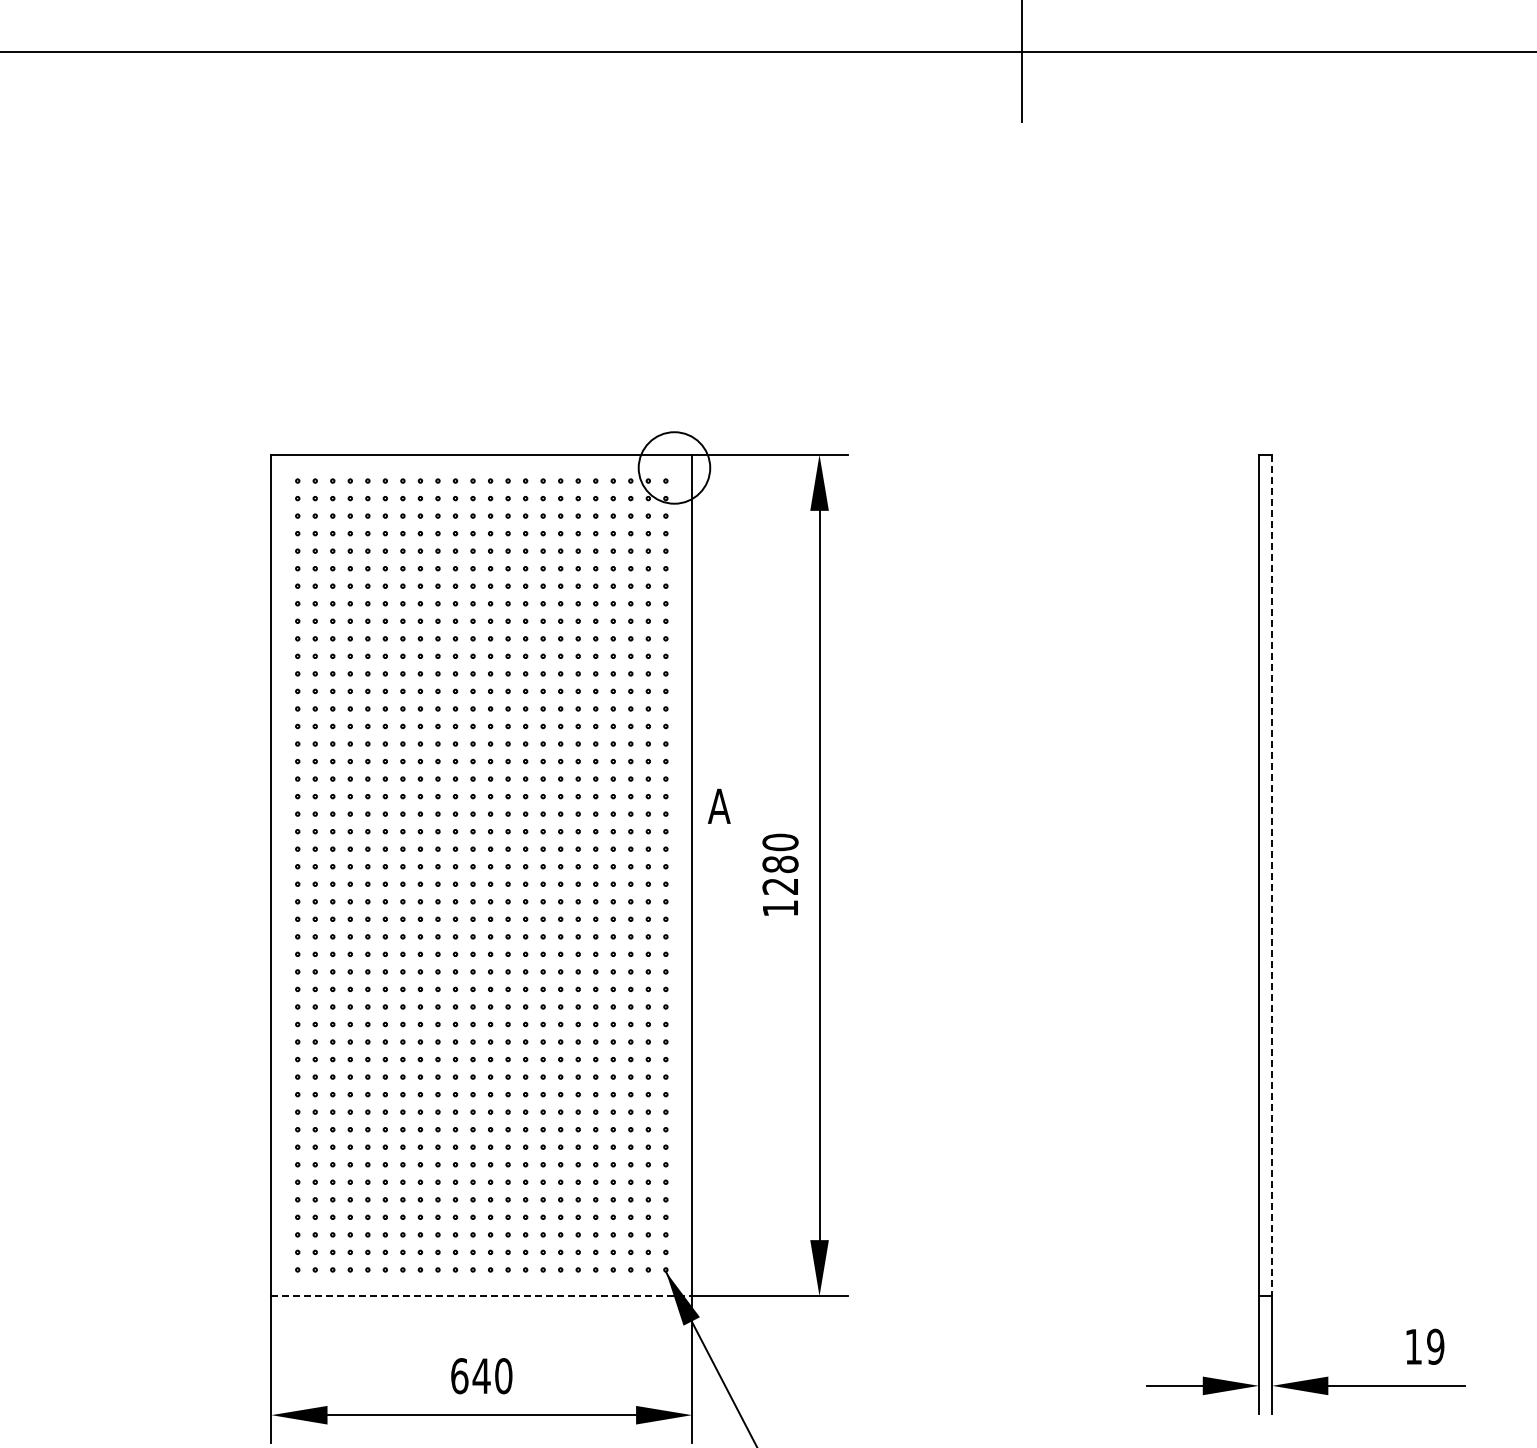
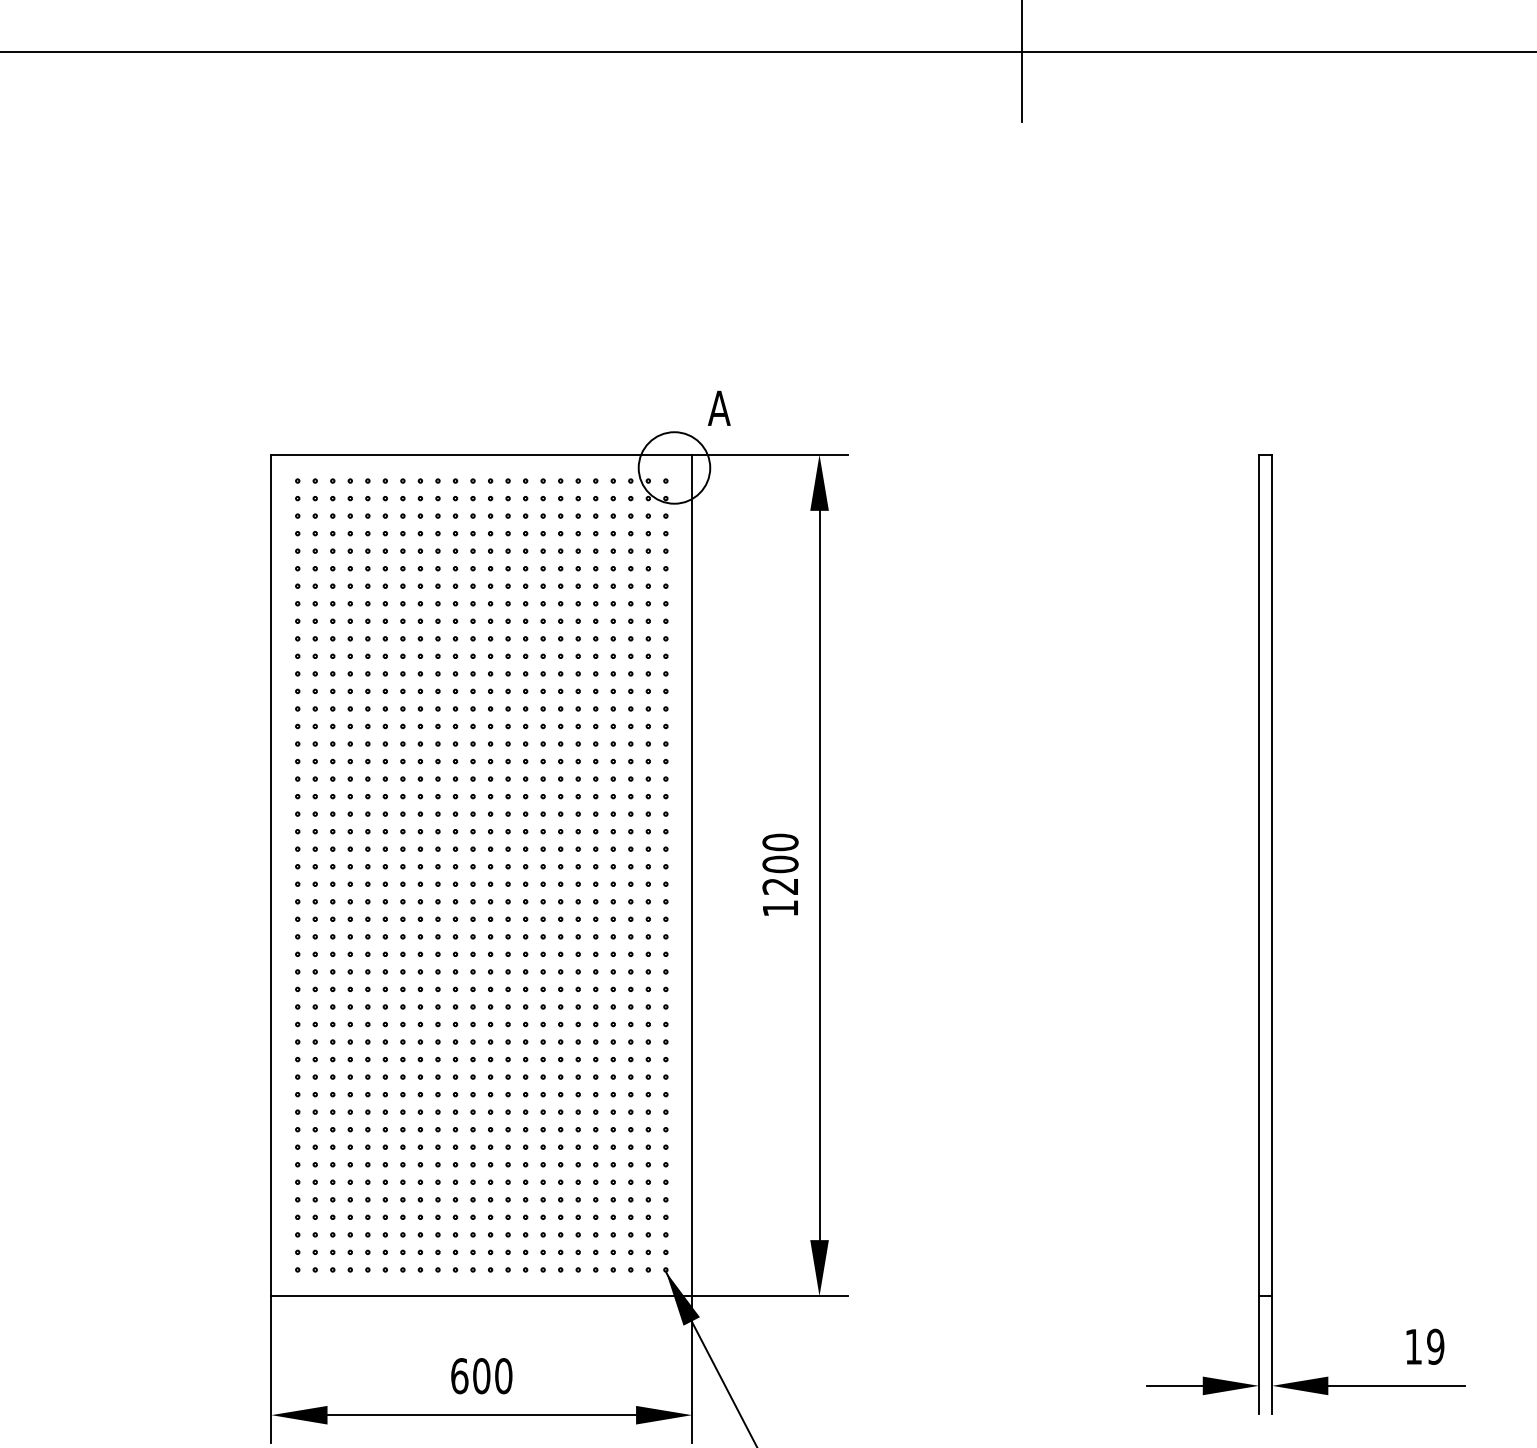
text at (719, 805) position: (719, 805) -> (719, 407)
text at (780, 864): 1280 -> 1200
line at (1272, 875): dashed -> solid
line at (482, 1296): dashed -> solid
text at (481, 1376): 640 -> 600
